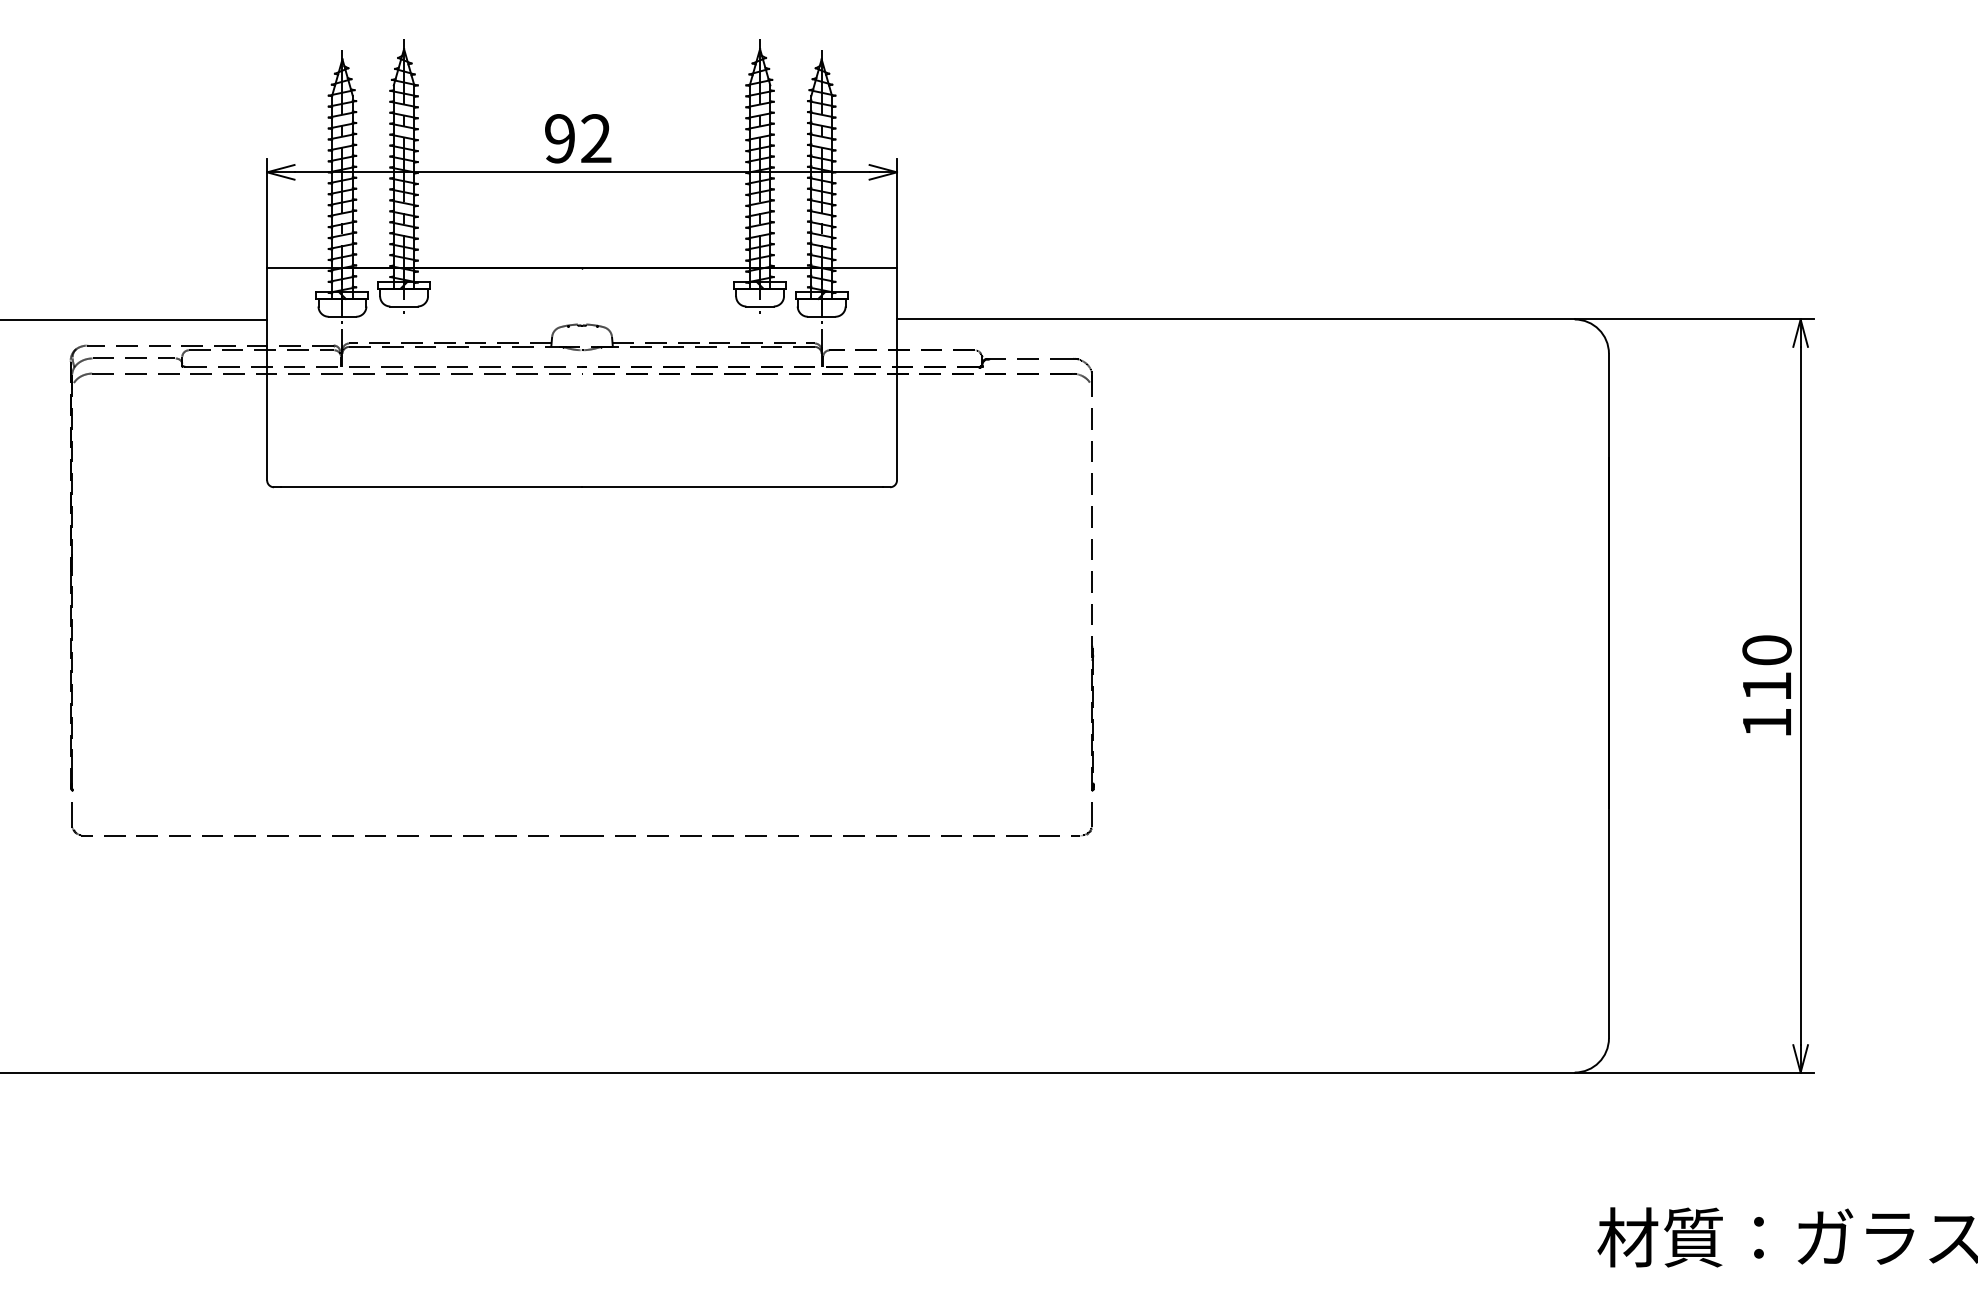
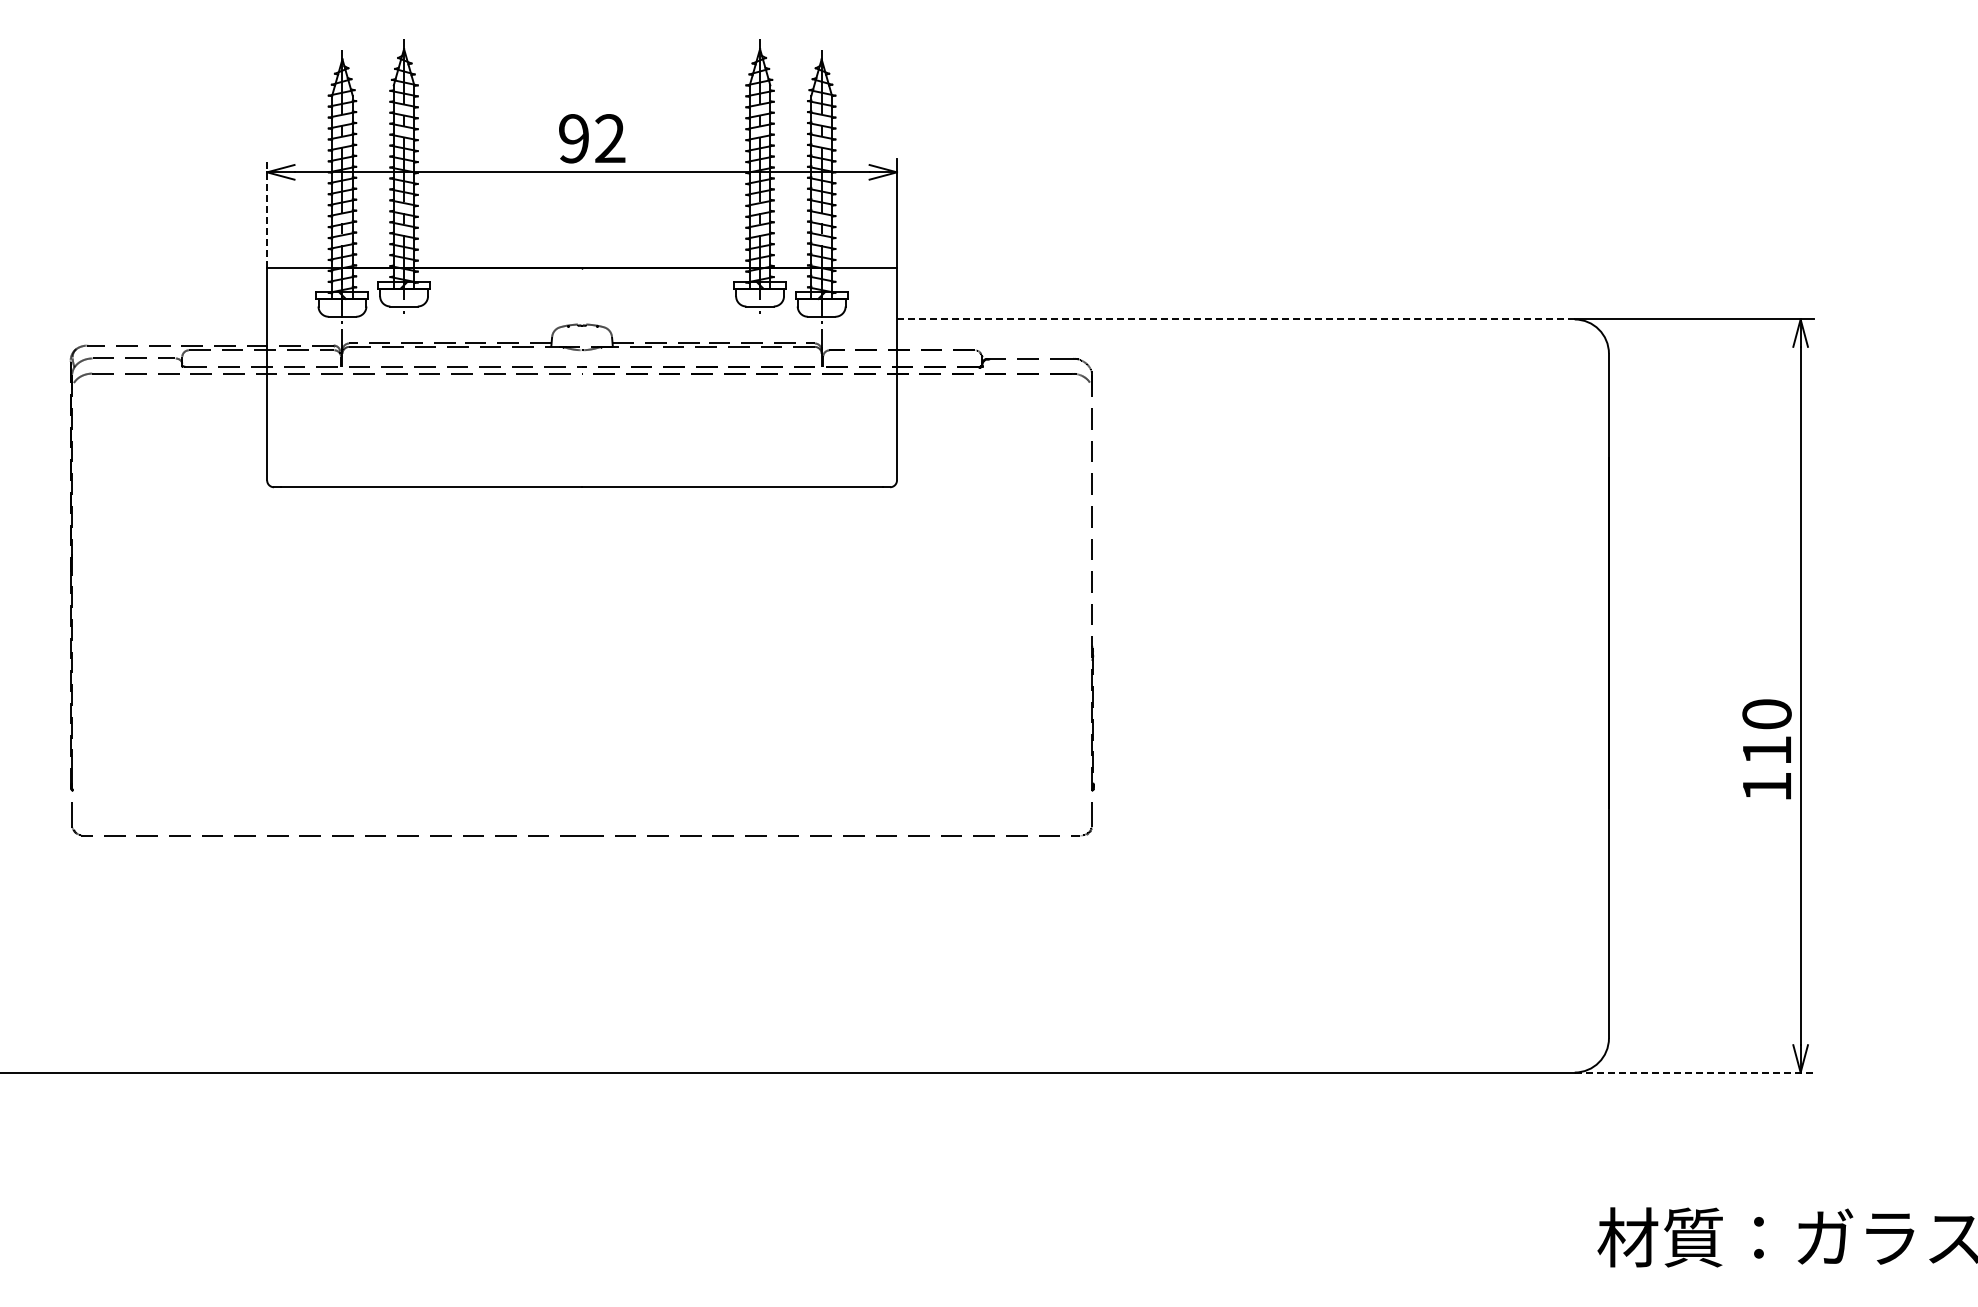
text at (578, 138) position: (578, 138) -> (592, 138)
line at (267, 213): solid -> dashed
line at (134, 319): present -> none
line at (1235, 319): solid -> dashed
text at (1766, 685) position: (1766, 685) -> (1766, 749)
line at (1694, 1072): solid -> dashed
